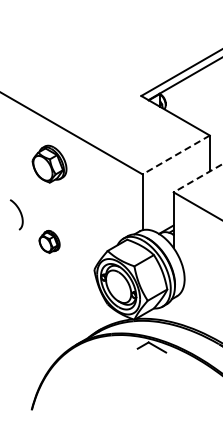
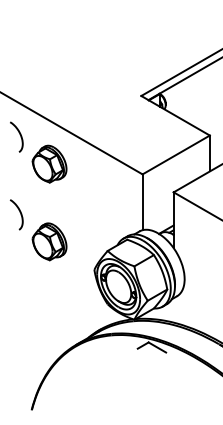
curve at (19, 134): none -> present
line at (176, 154): dashed -> solid
line at (197, 178): dashed -> solid
part at (49, 241) size: 23x24 px -> 37x40 px
